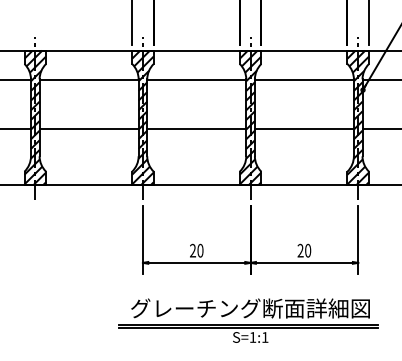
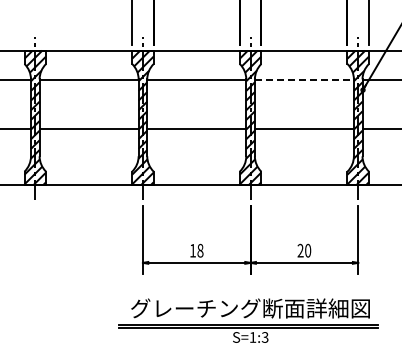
line at (304, 80): solid -> dashed
text at (196, 250): 20 -> 18
text at (264, 337): S=1:1 -> S=1:3
